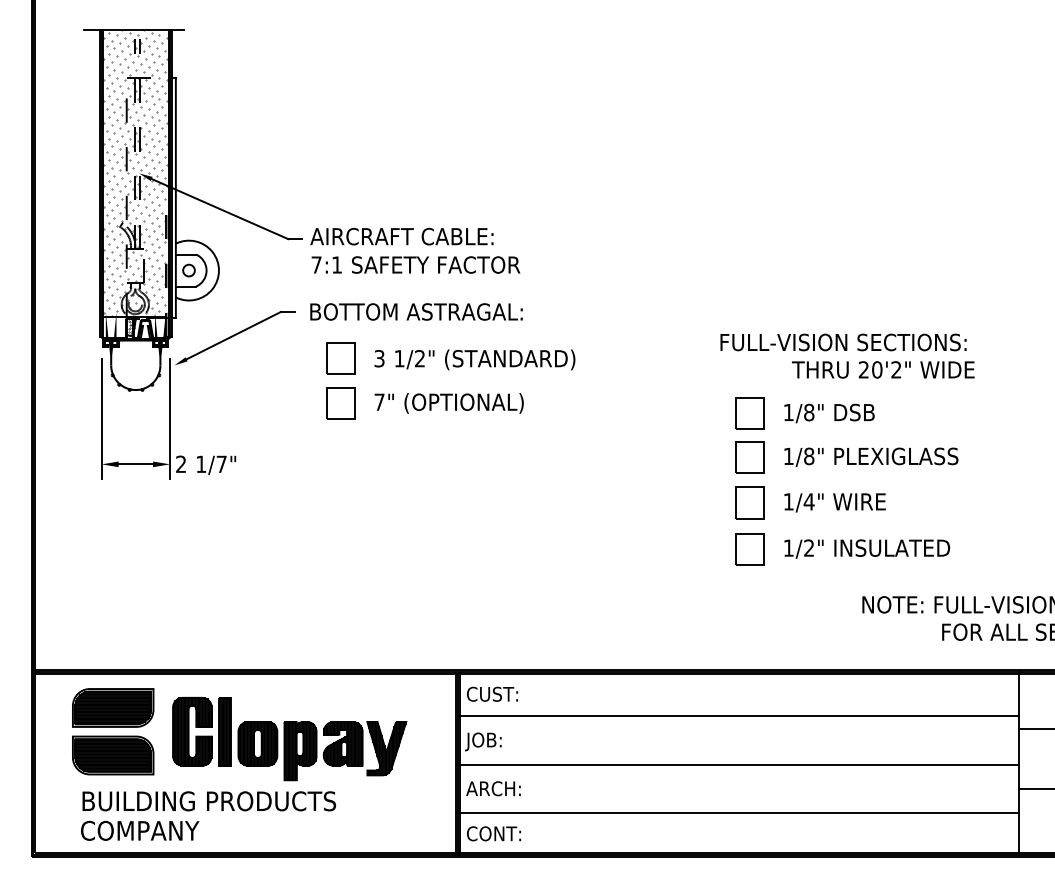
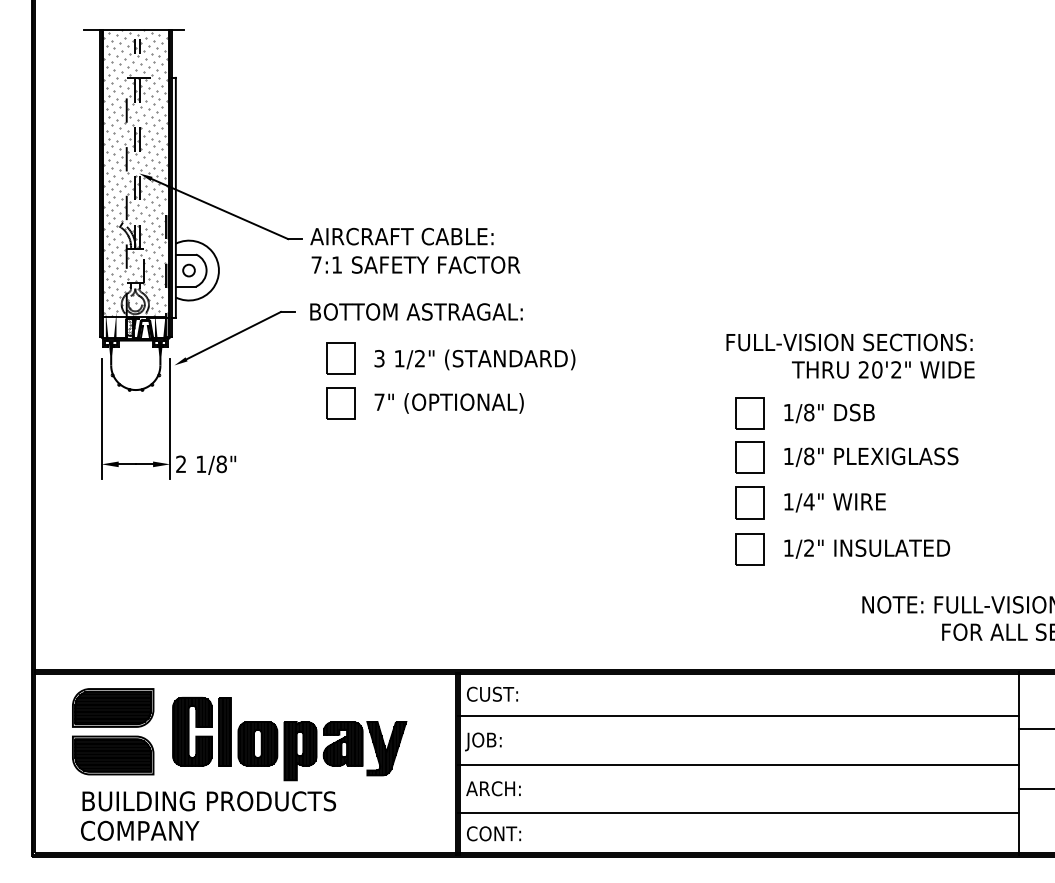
text at (843, 342) position: (843, 342) -> (849, 342)
text at (221, 464): 1/7" -> 1/8"
